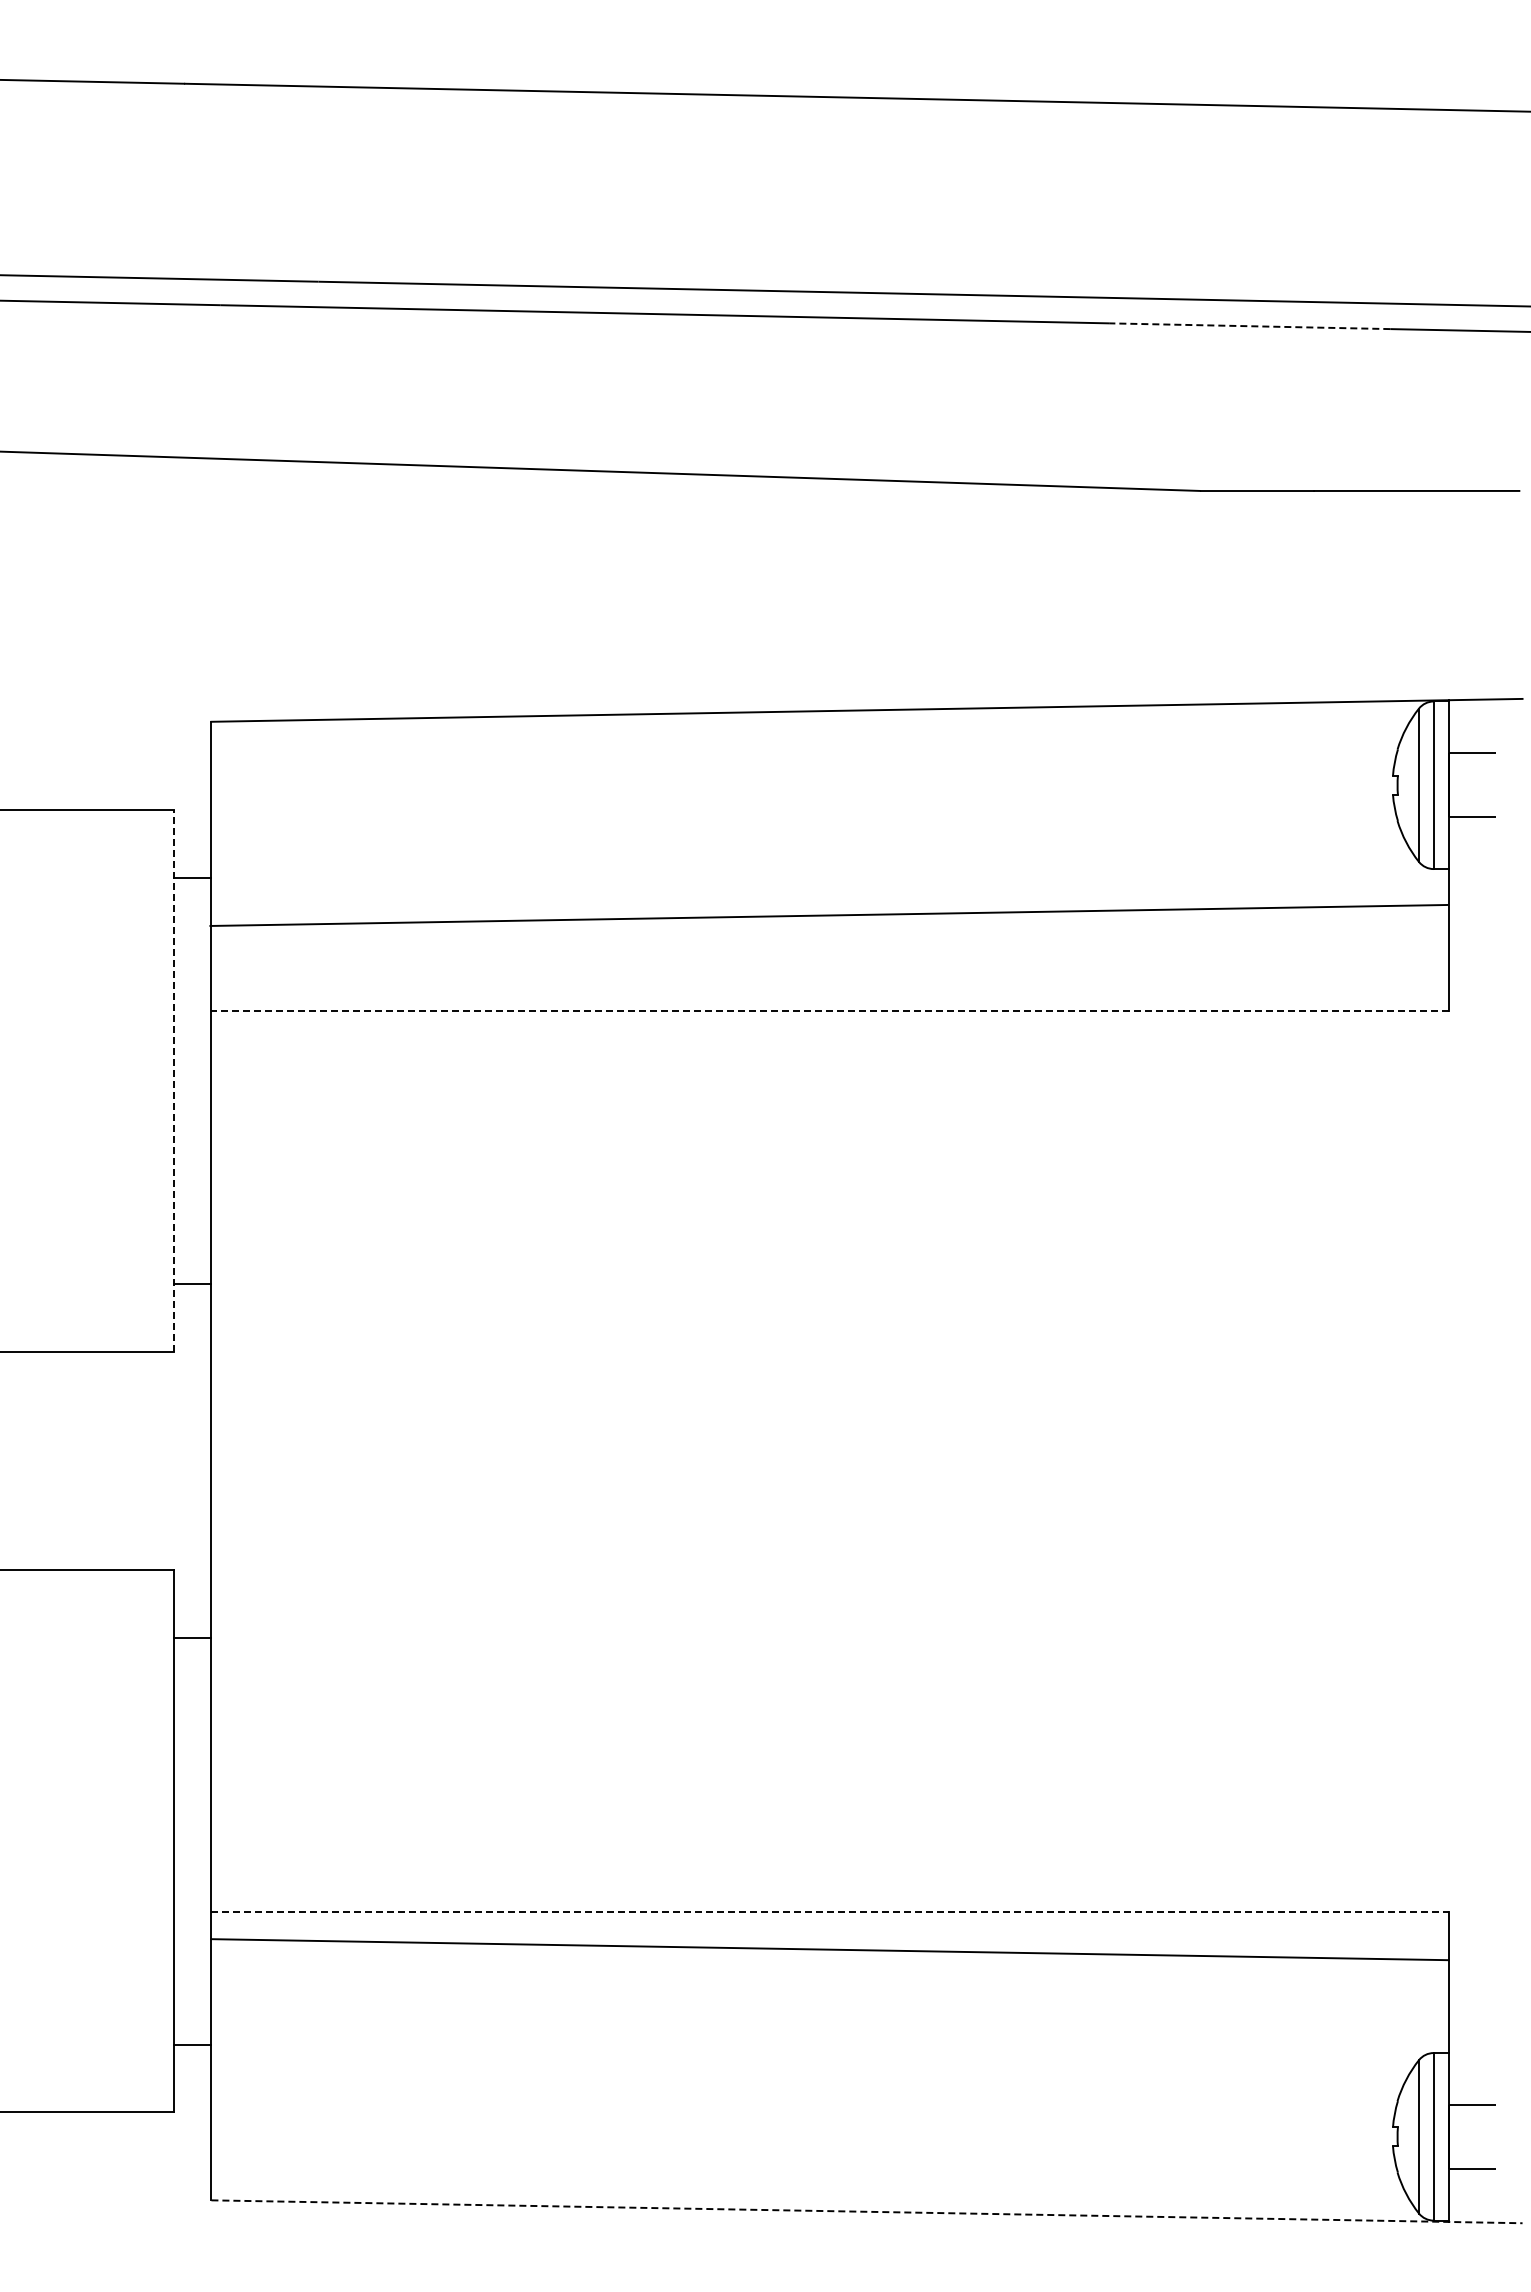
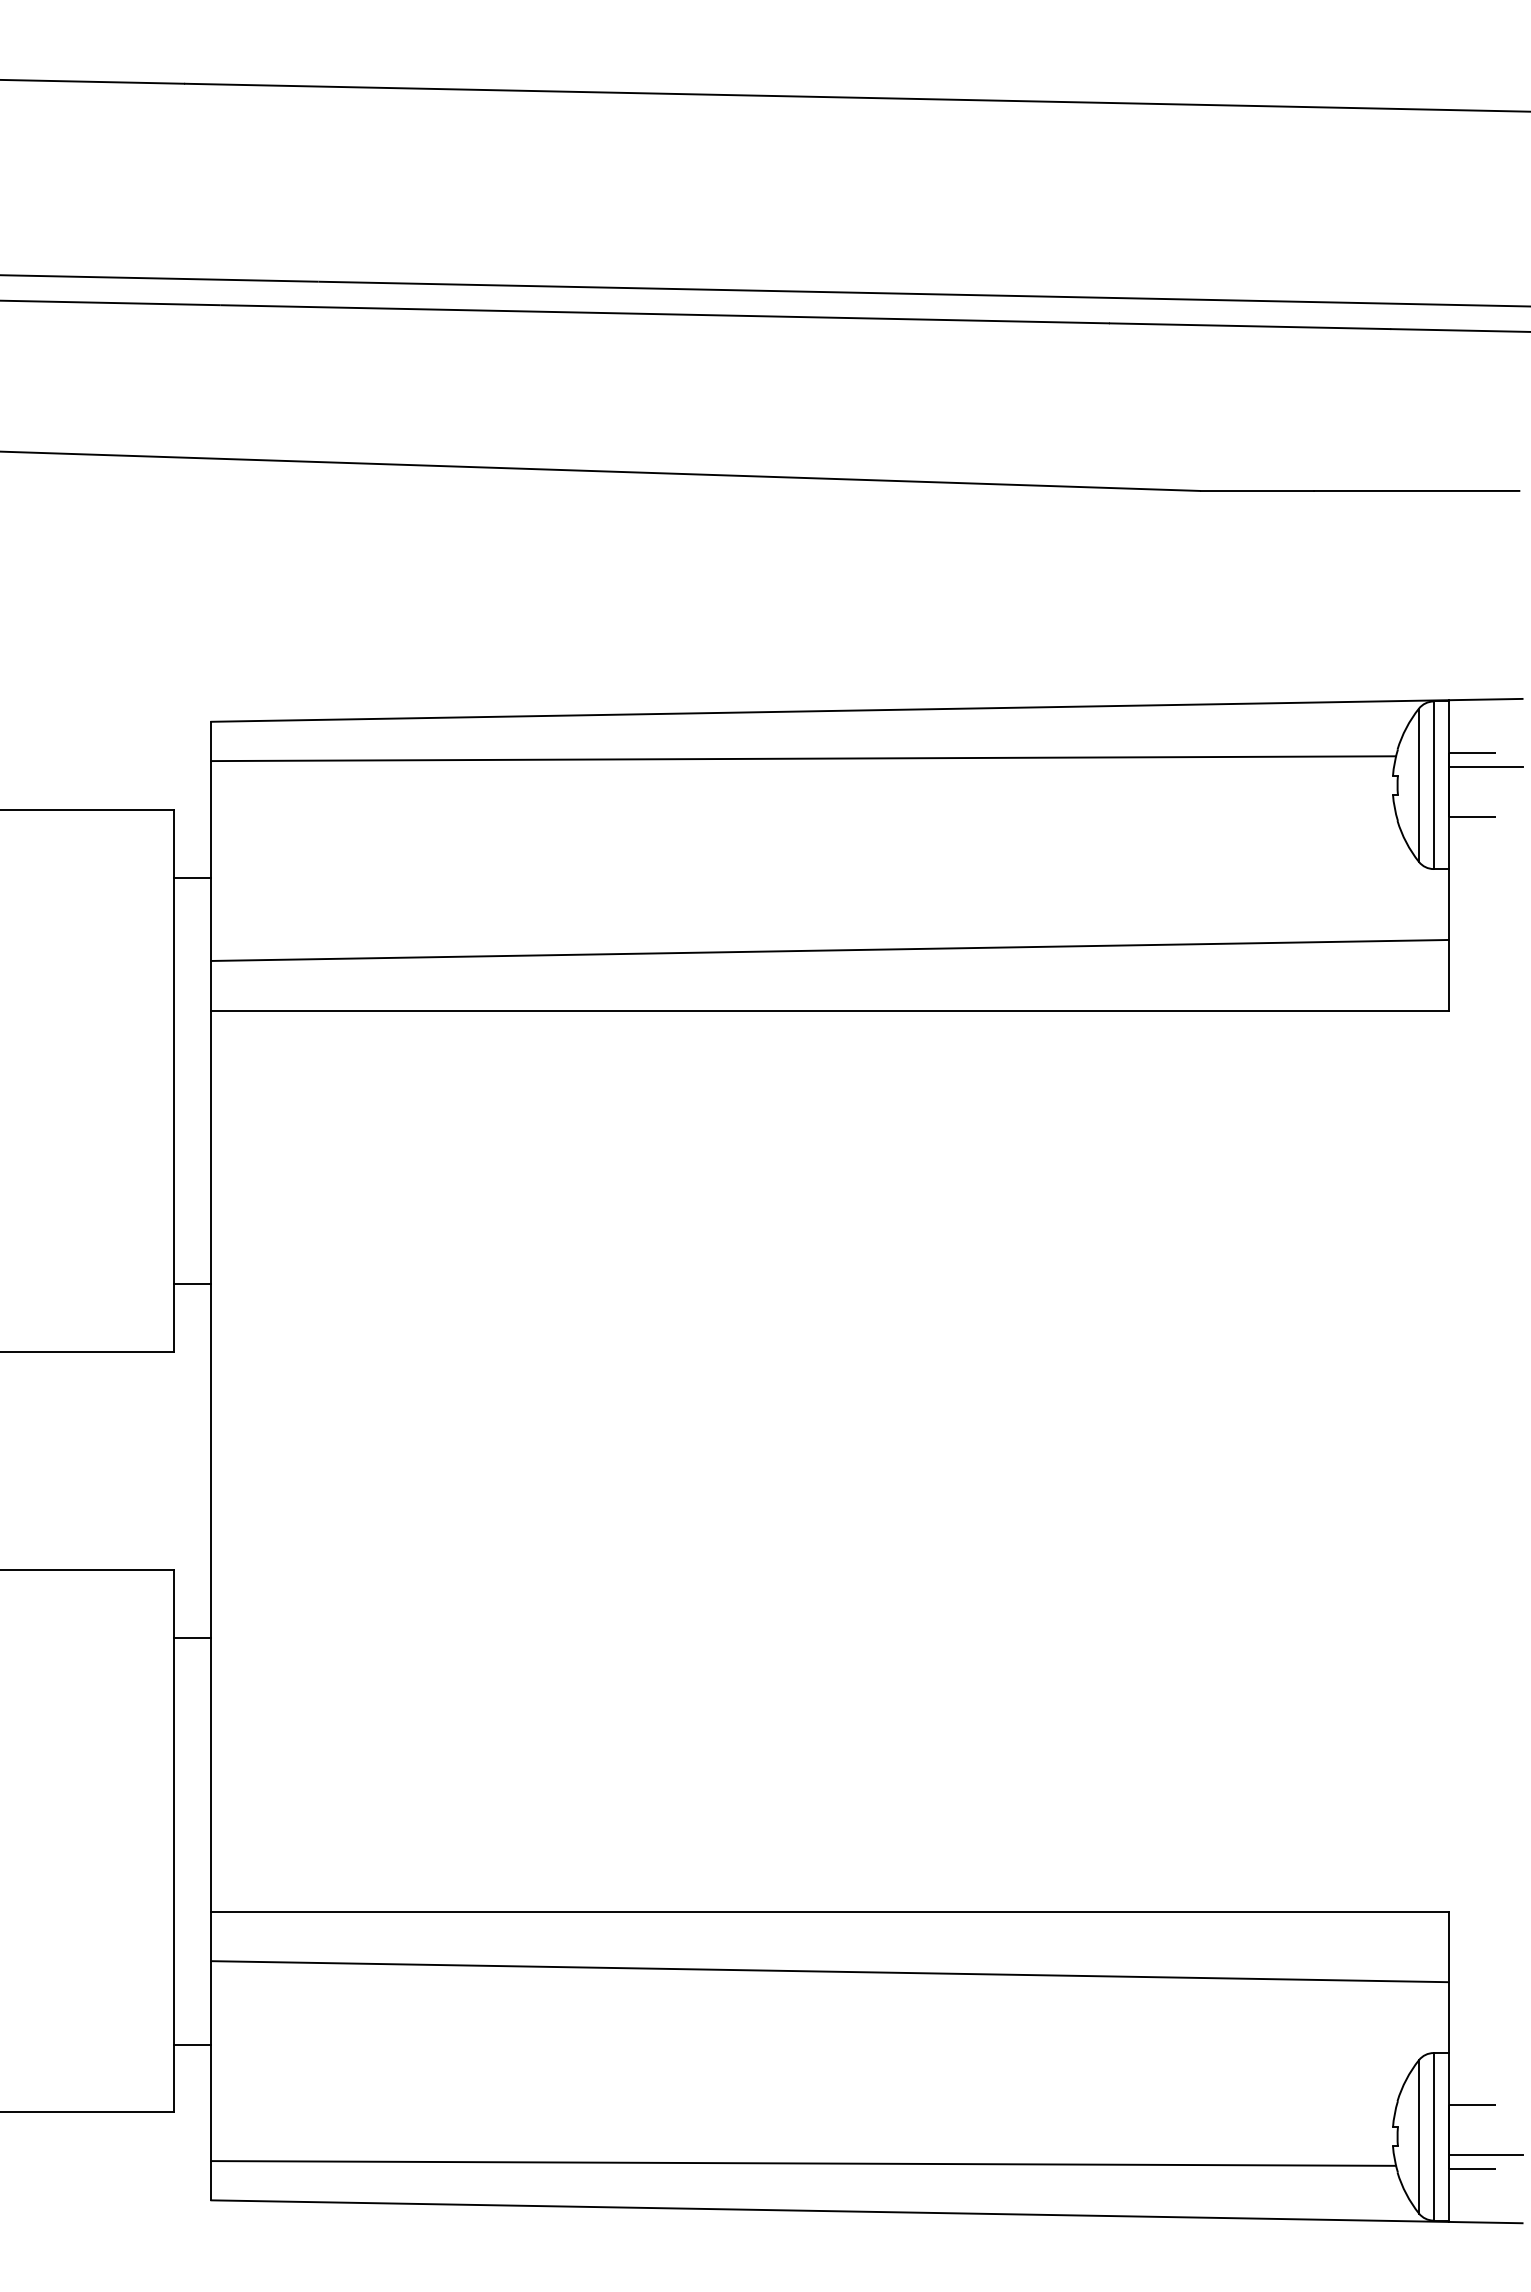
line at (1249, 326): dashed -> solid
line at (803, 758): none -> present
line at (1485, 766): none -> present
line at (828, 914) position: (828, 914) -> (829, 949)
line at (830, 1010): dashed -> solid
line at (174, 1080): dashed -> solid
line at (830, 1911): dashed -> solid
line at (829, 1949) position: (829, 1949) -> (829, 1971)
line at (1485, 2155): none -> present
line at (803, 2163): none -> present
line at (866, 2211): dashed -> solid
